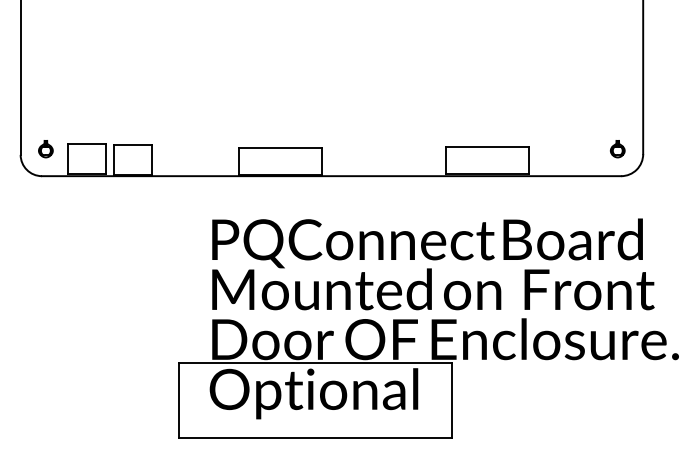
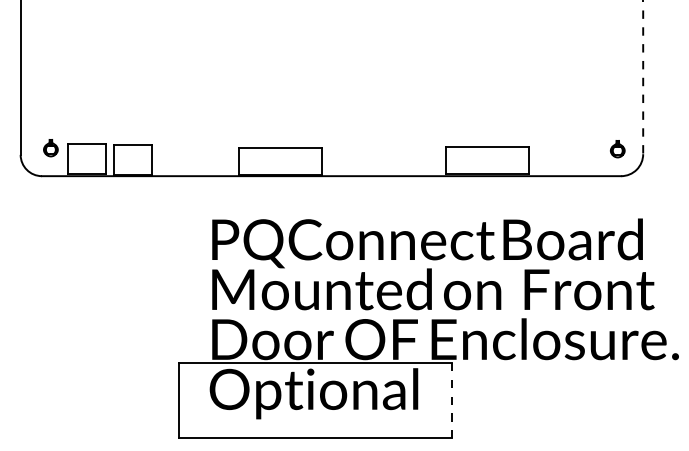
line at (643, 77): solid -> dashed
part at (45, 149) position: (45, 149) -> (50, 148)
line at (451, 400): solid -> dashed
